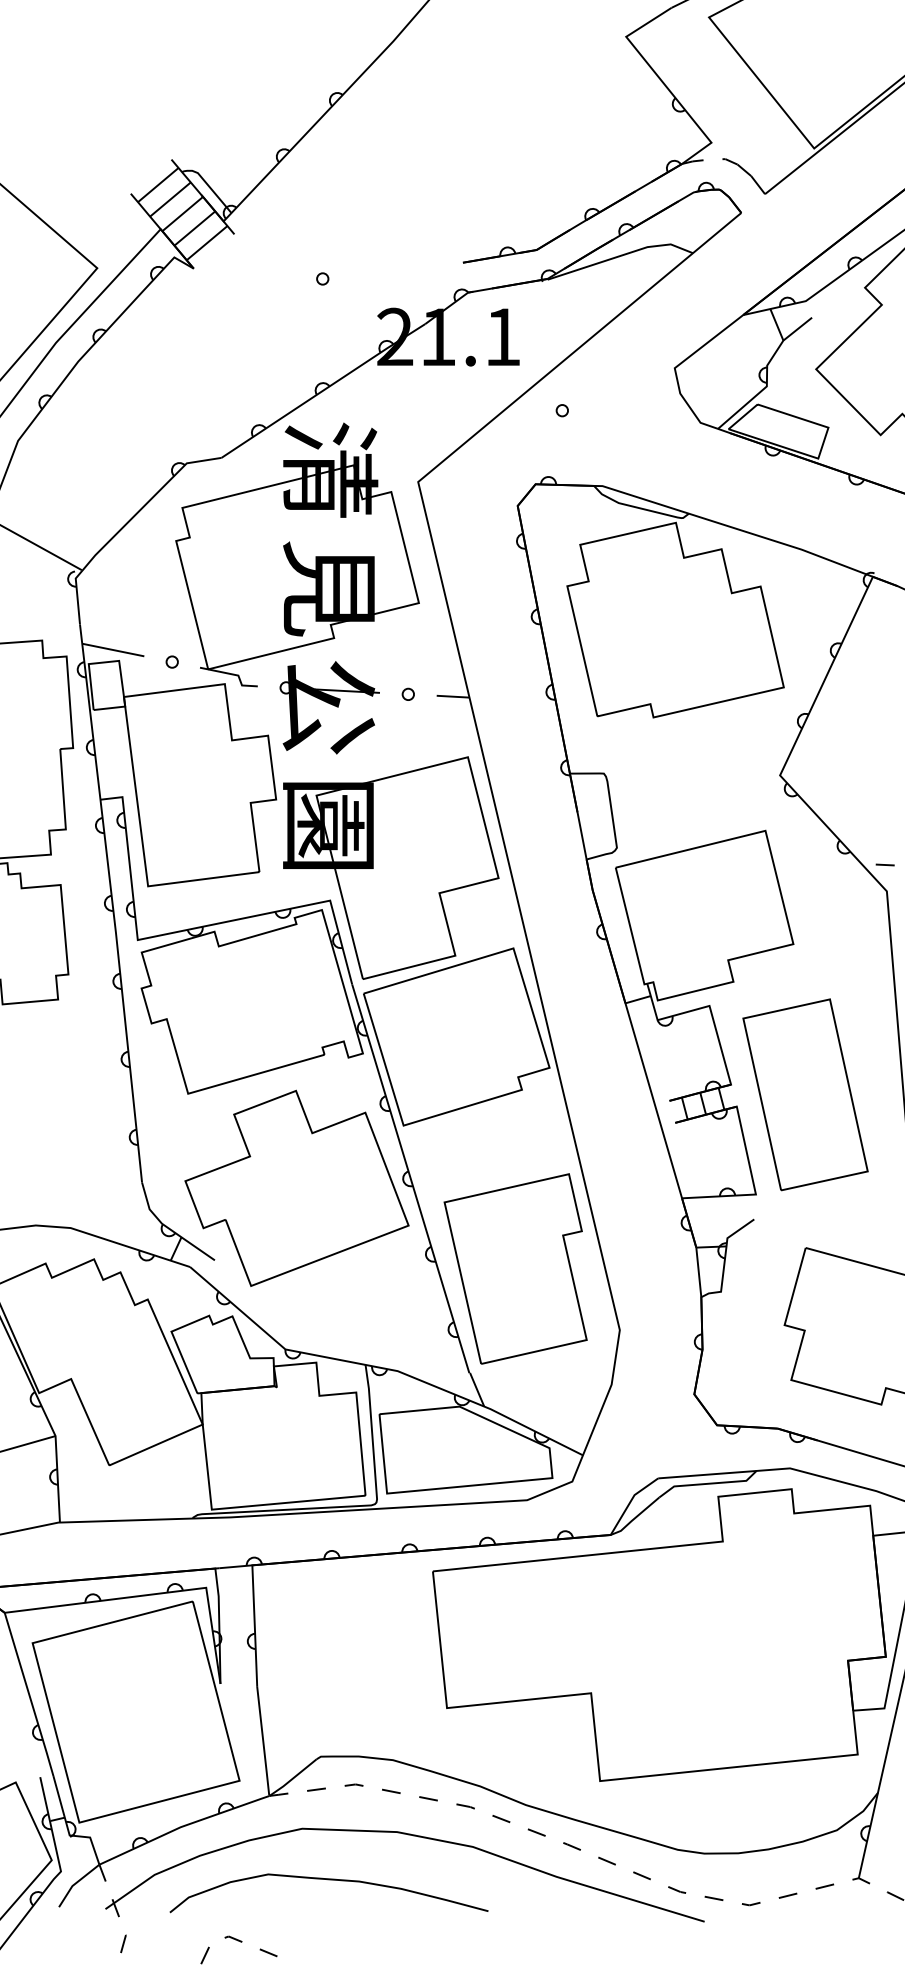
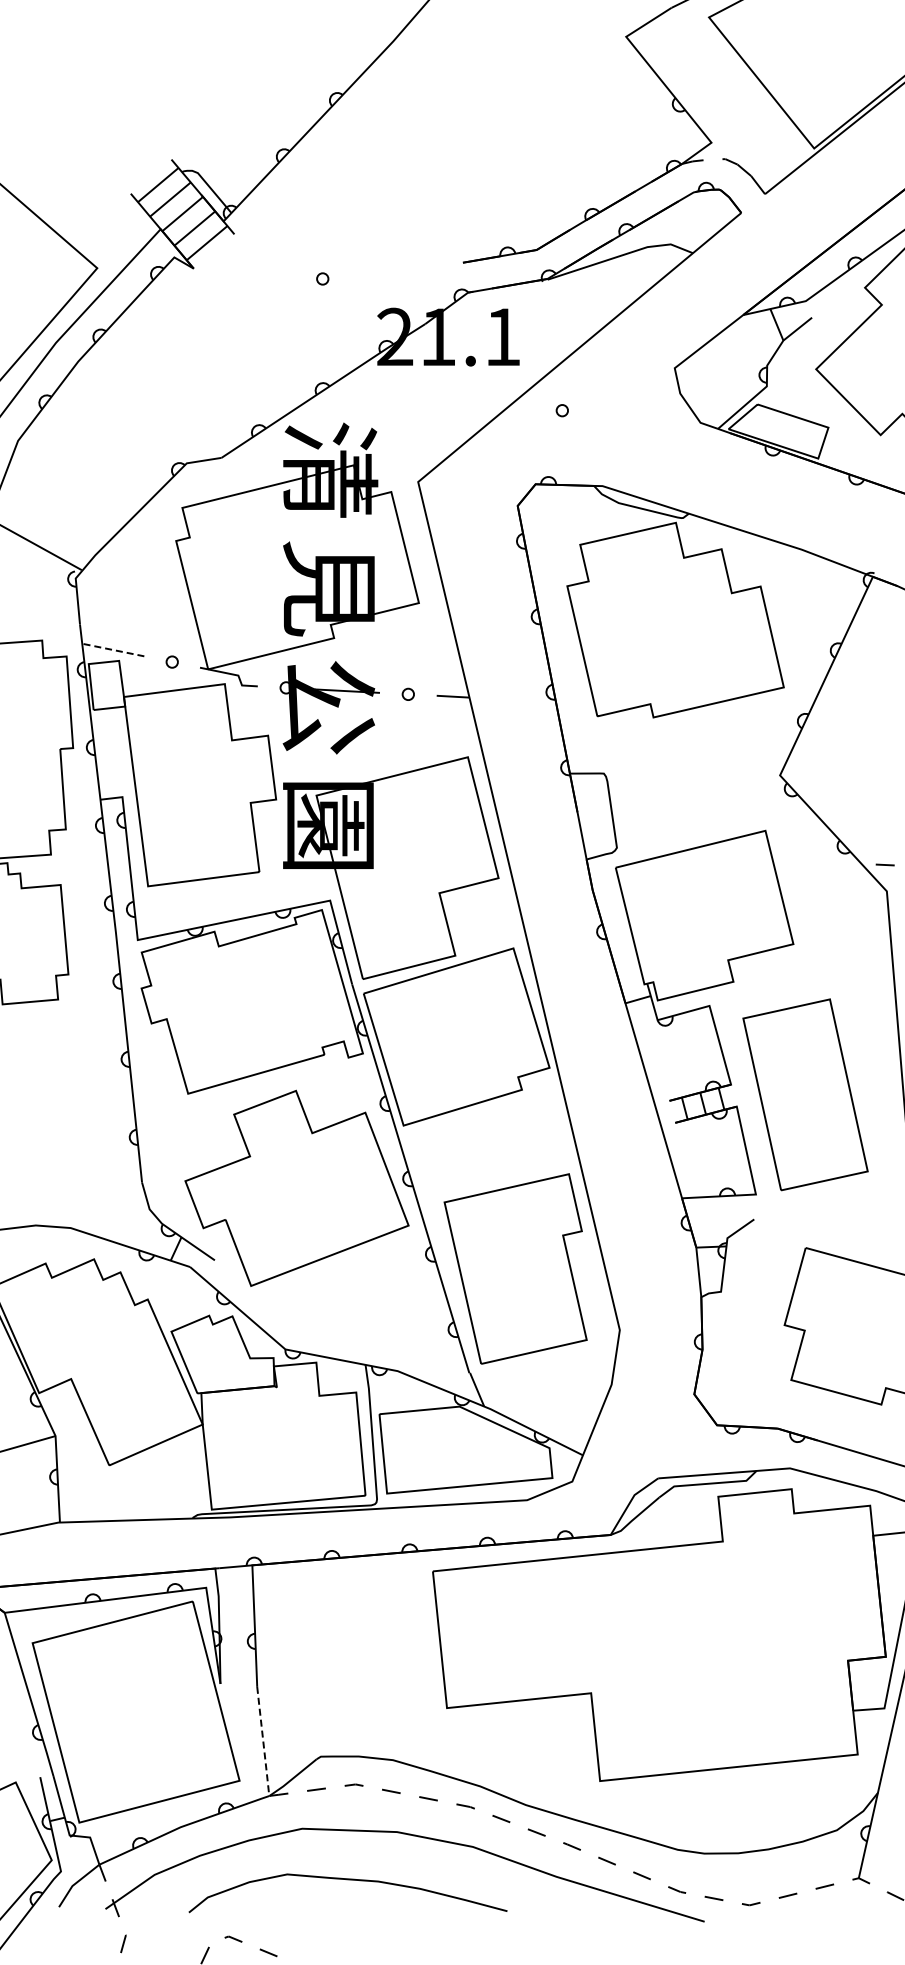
line at (113, 650): solid -> dashed
line at (263, 1741): solid -> dashed
curve at (328, 1880) position: (328, 1880) -> (347, 1880)
